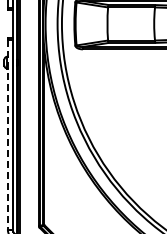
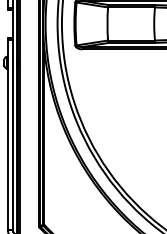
line at (7, 134): dashed -> solid
